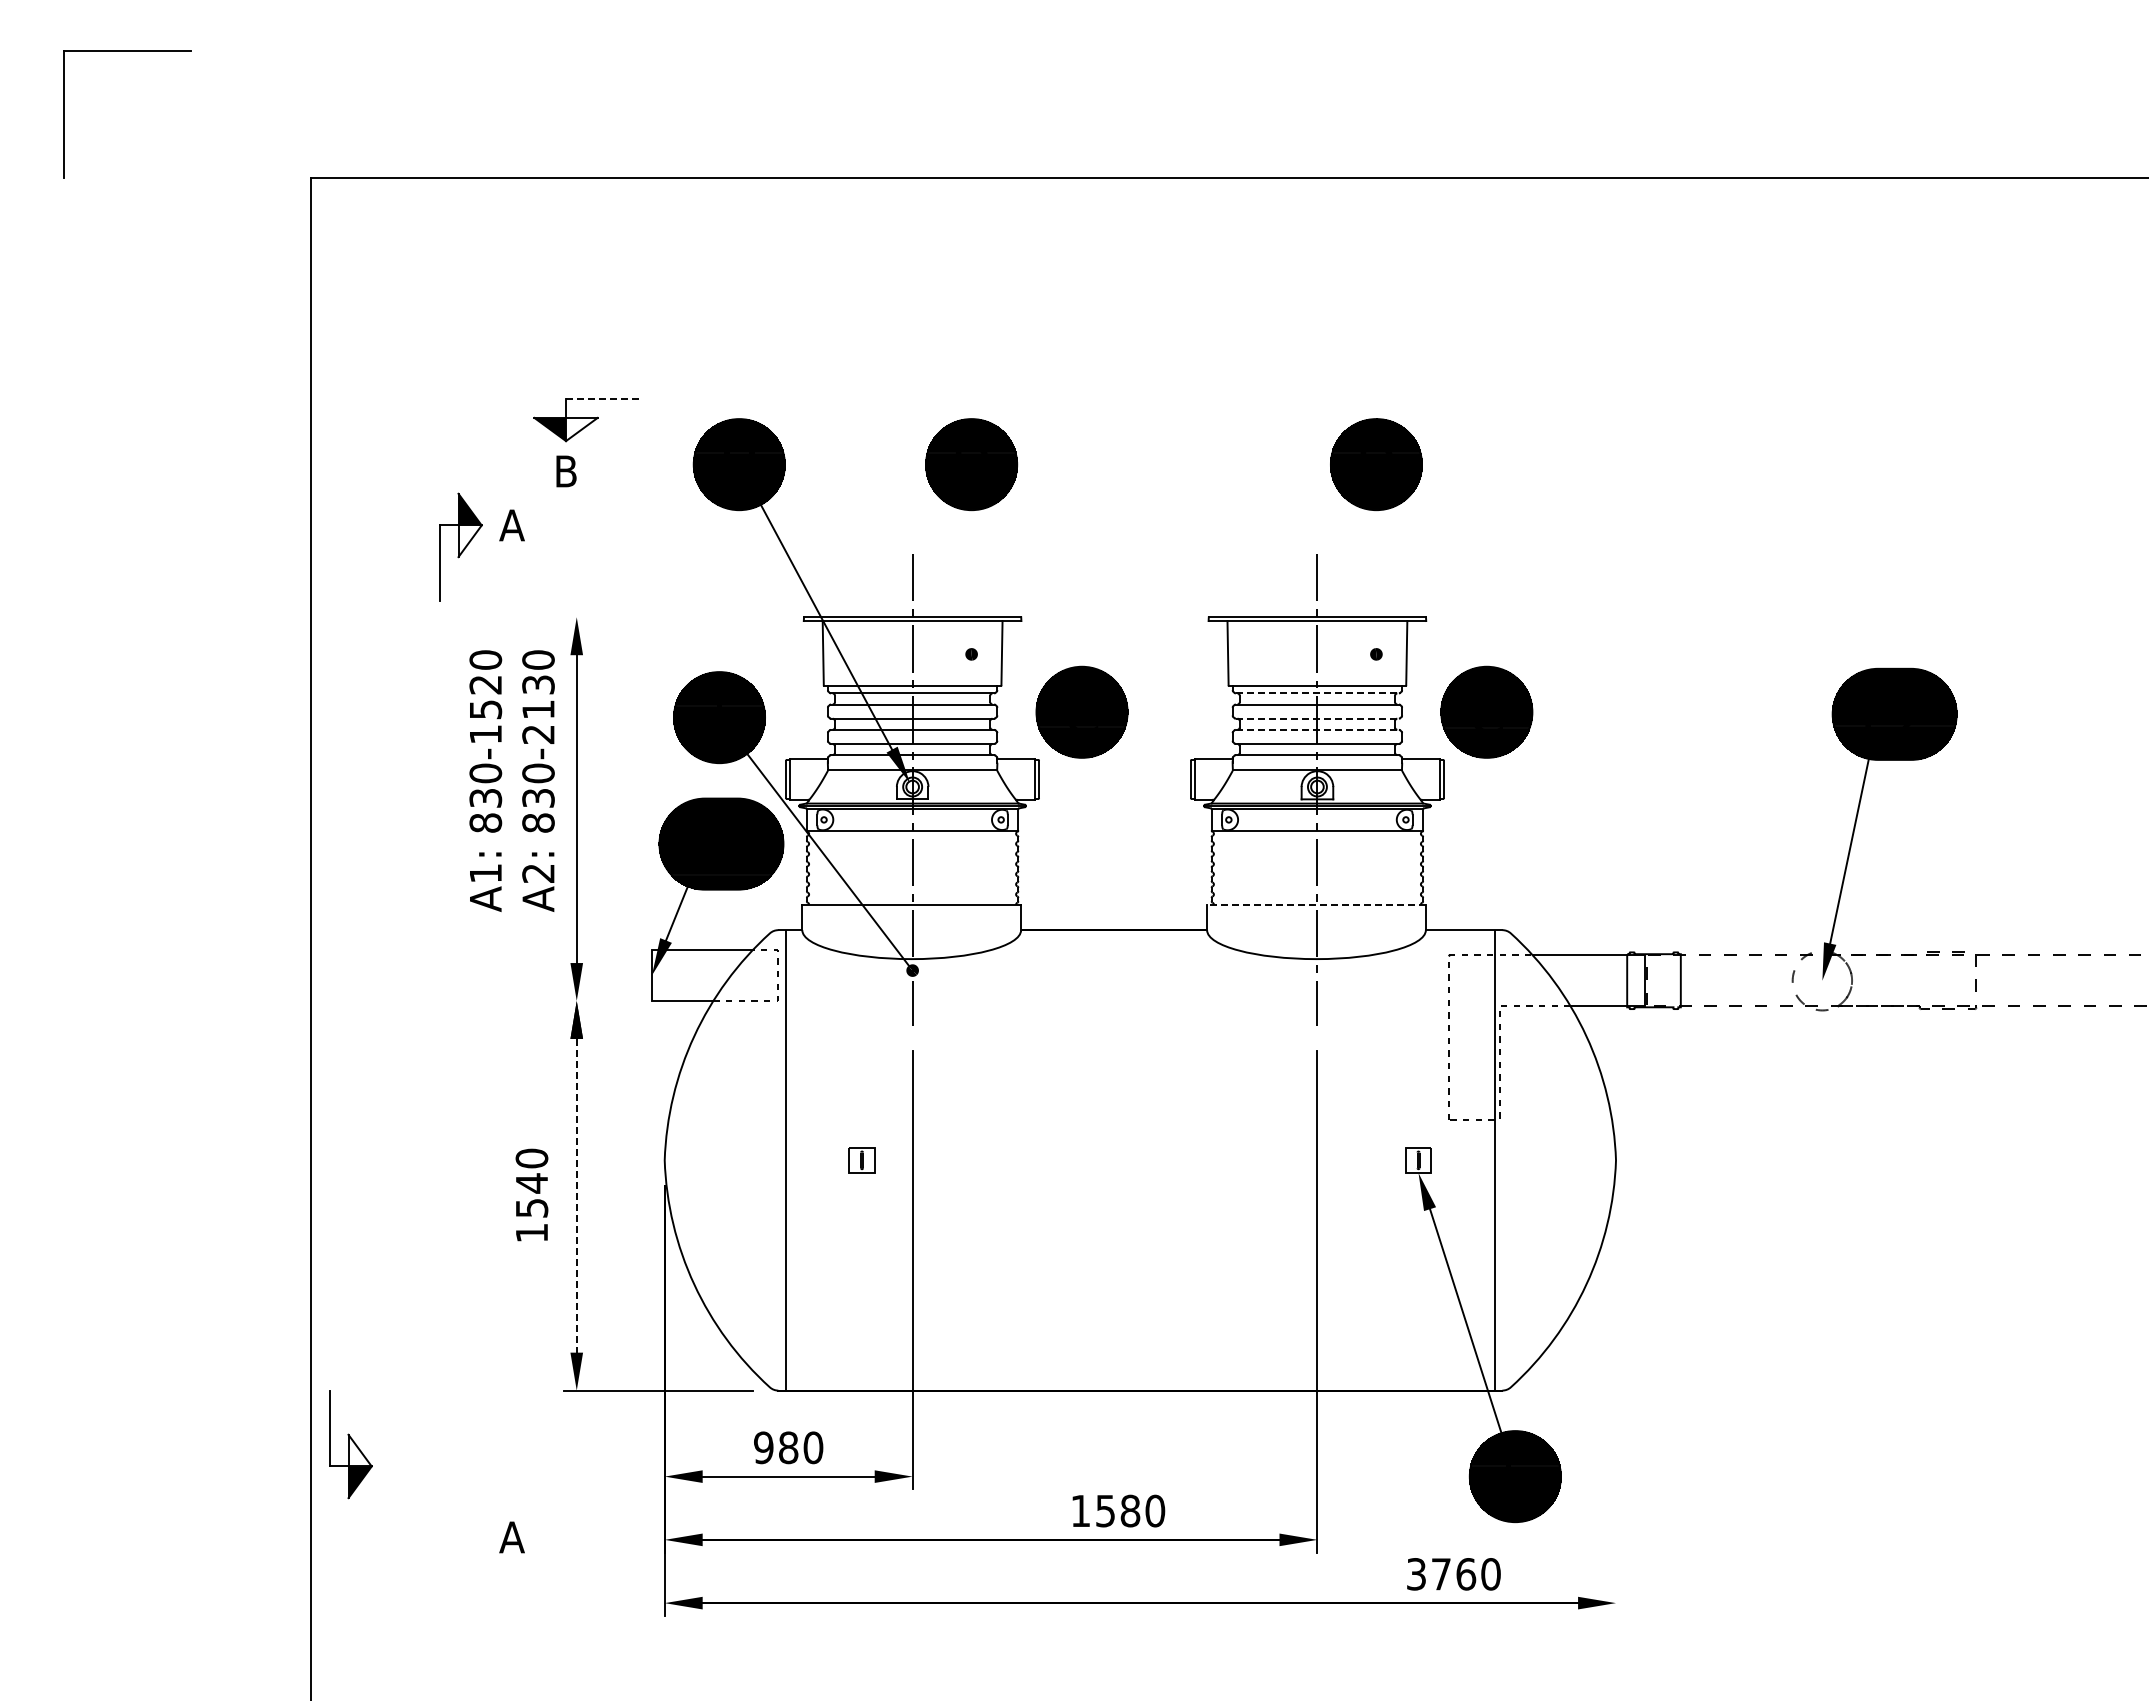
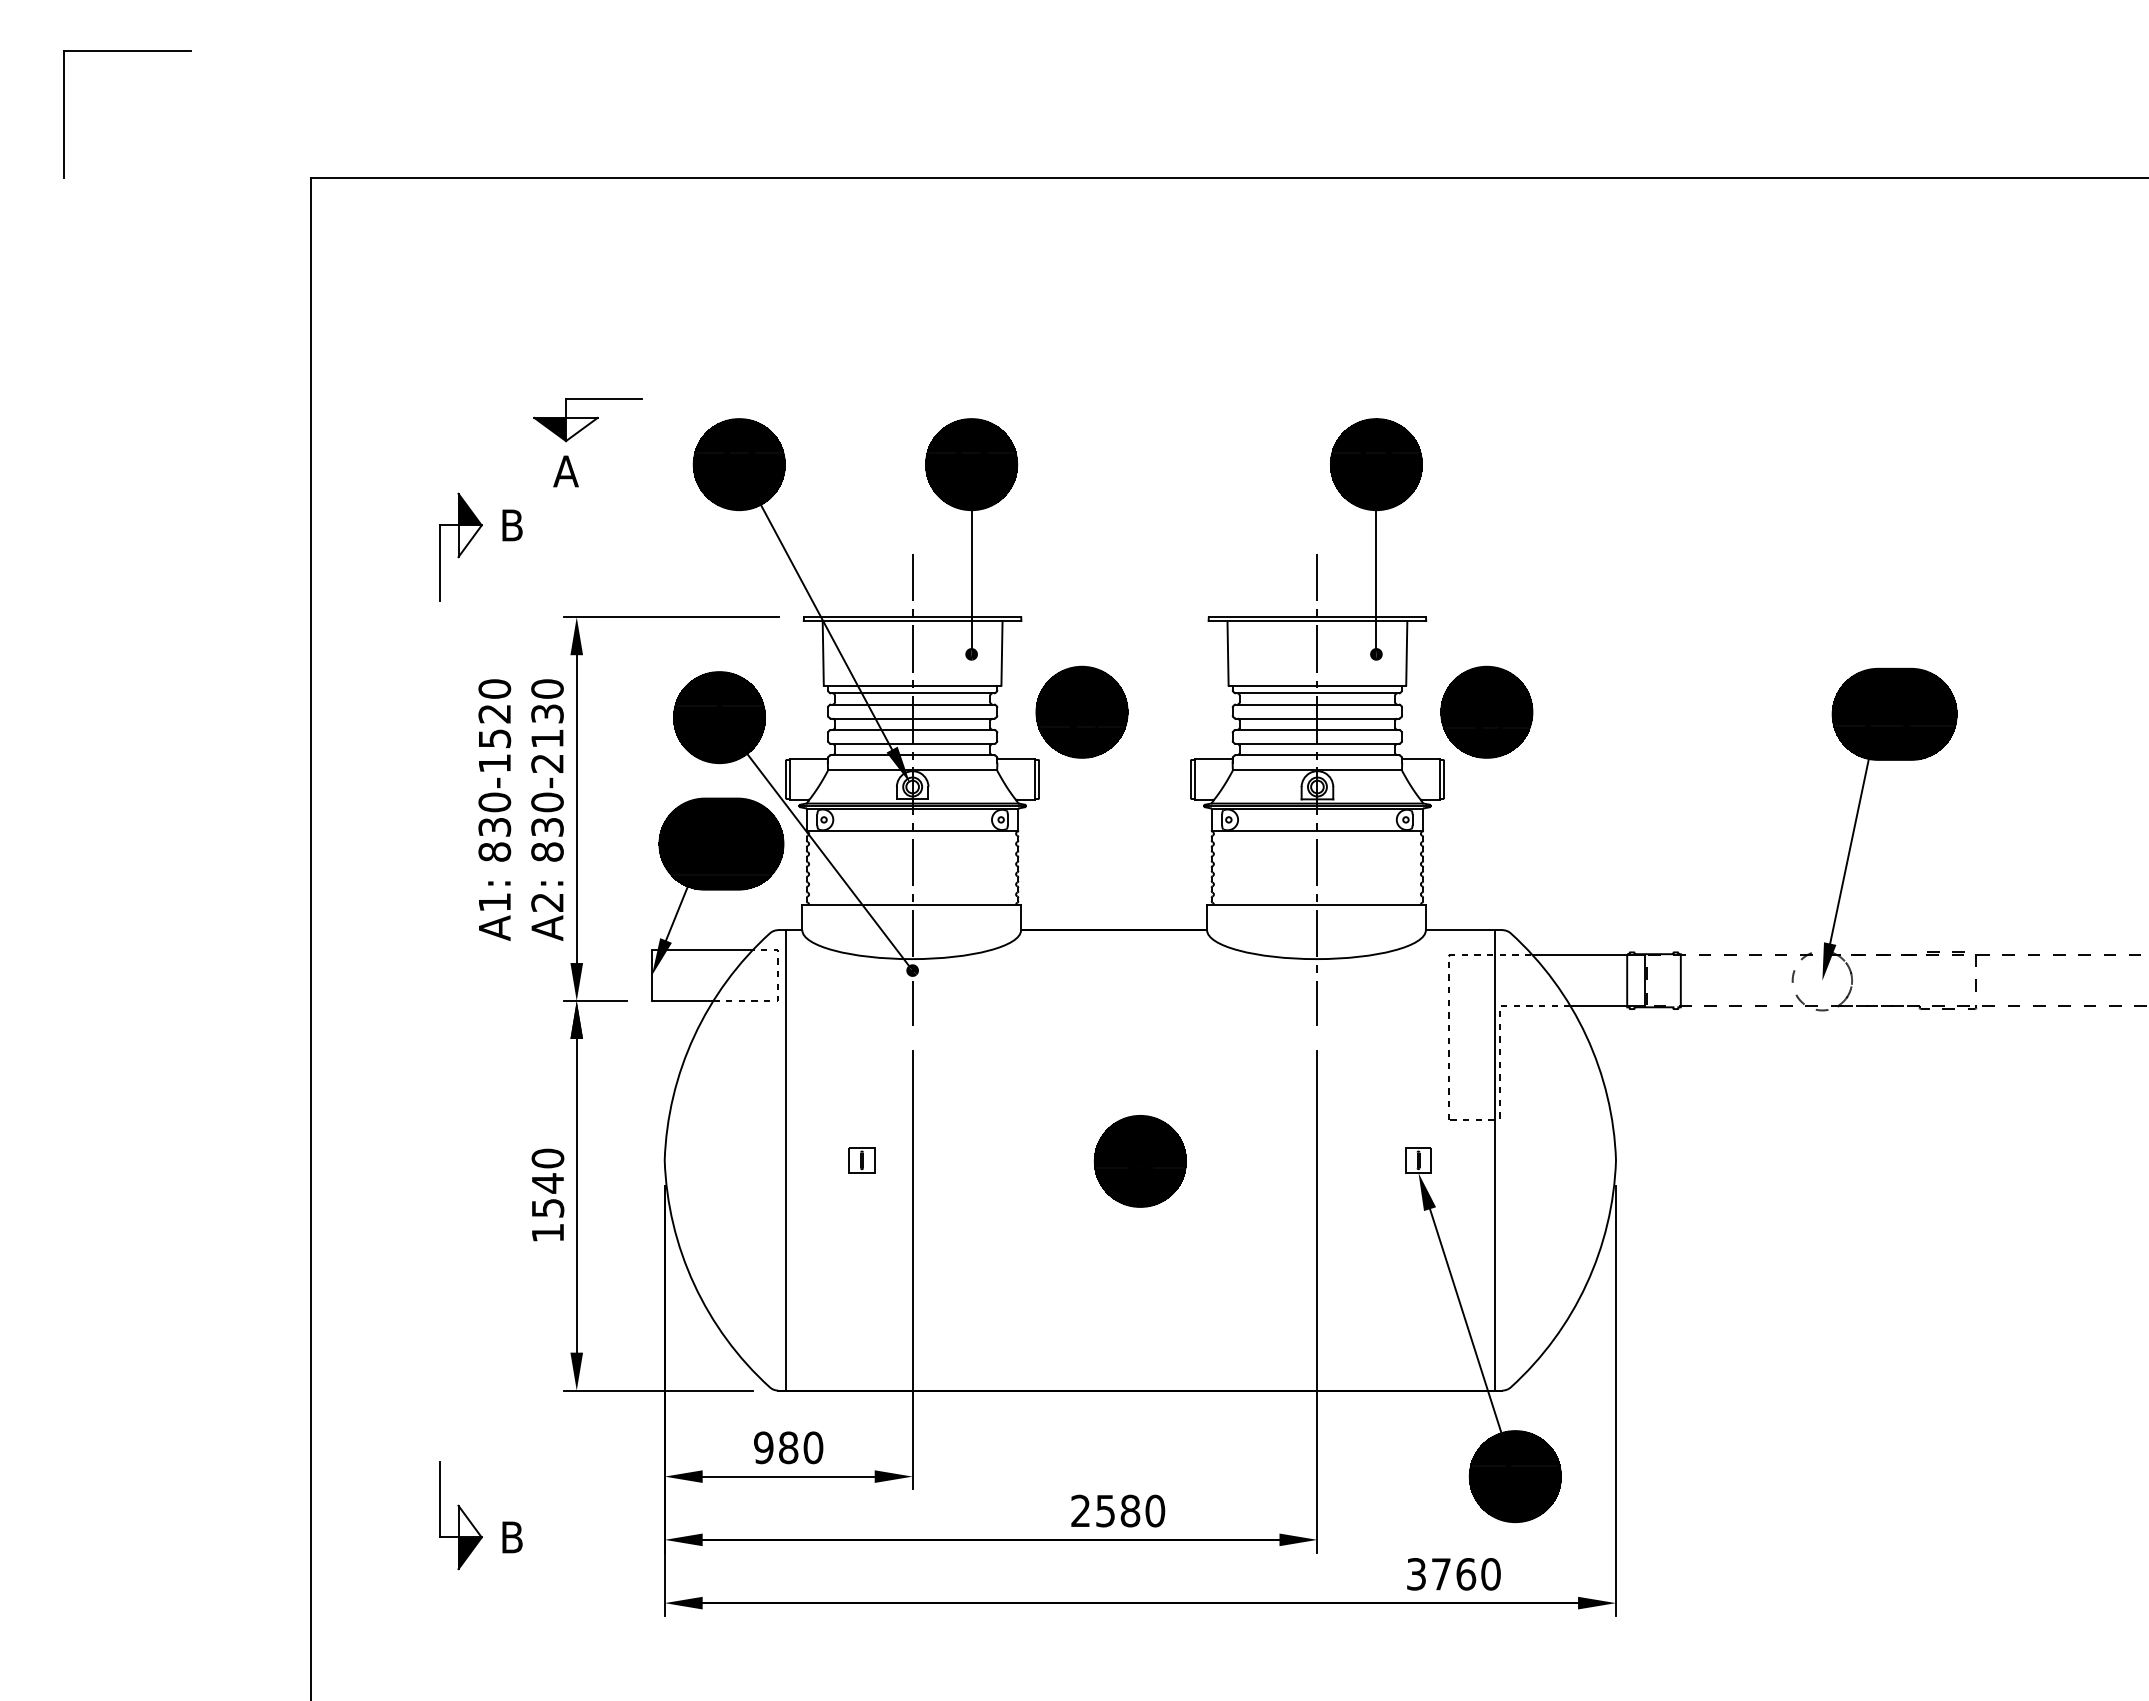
line at (604, 398): dashed -> solid
text at (565, 471): B -> A
text at (511, 525): A -> B
line at (971, 579): none -> present
line at (1376, 579): none -> present
line at (671, 617): none -> present
line at (1317, 693): dashed -> solid
line at (1317, 718): dashed -> solid
line at (1317, 729): dashed -> solid
text at (511, 780) position: (511, 780) -> (520, 809)
line at (1315, 904): dashed -> solid
line at (595, 1000): none -> present
part at (1139, 1161): none -> present
text at (531, 1194) position: (531, 1194) -> (547, 1194)
line at (576, 1195): dashed -> solid
line at (1616, 1400): none -> present
part at (350, 1444) position: (350, 1444) -> (460, 1515)
text at (1080, 1510): 1580 -> 2580
text at (511, 1537): A -> B
